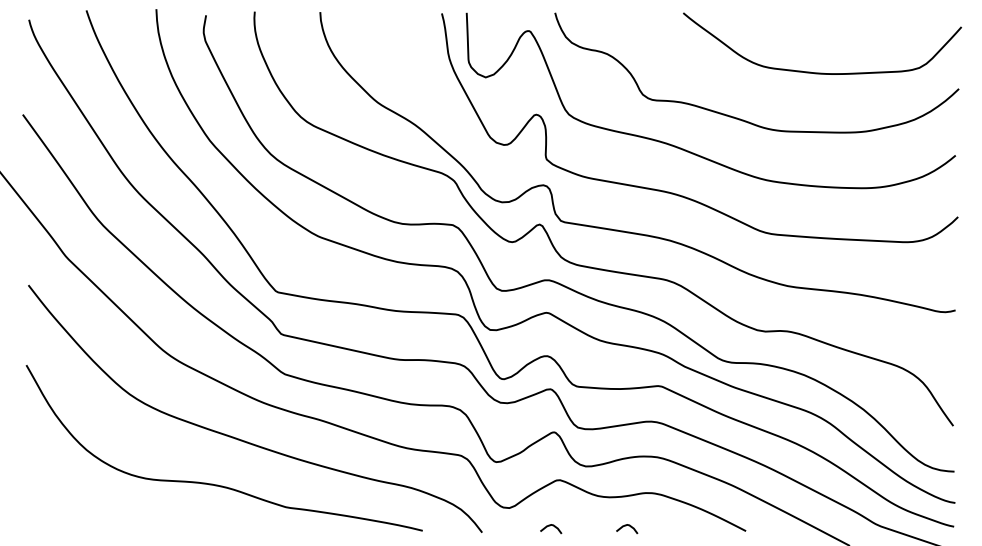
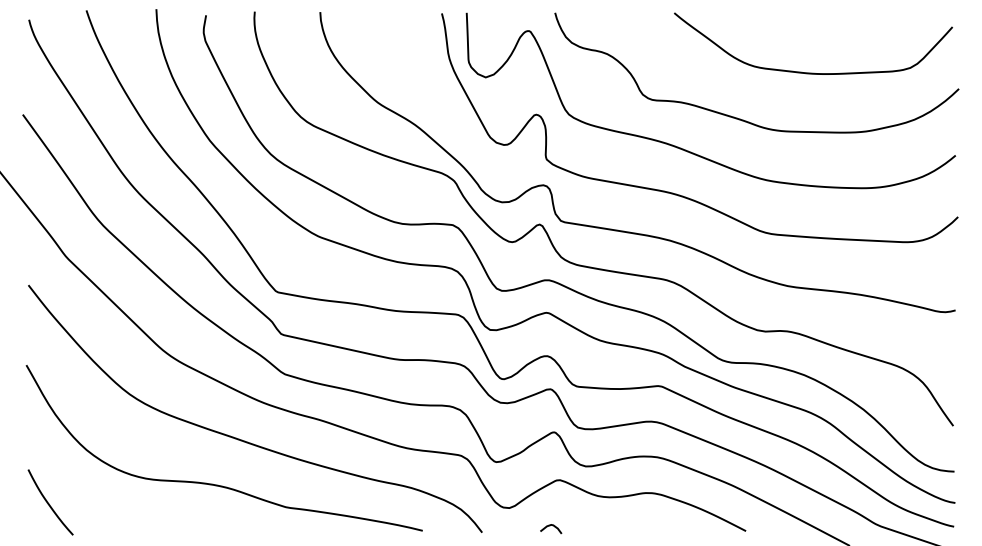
curve at (822, 72) position: (822, 72) -> (813, 72)
curve at (49, 503): none -> present
curve at (626, 526): present -> none
